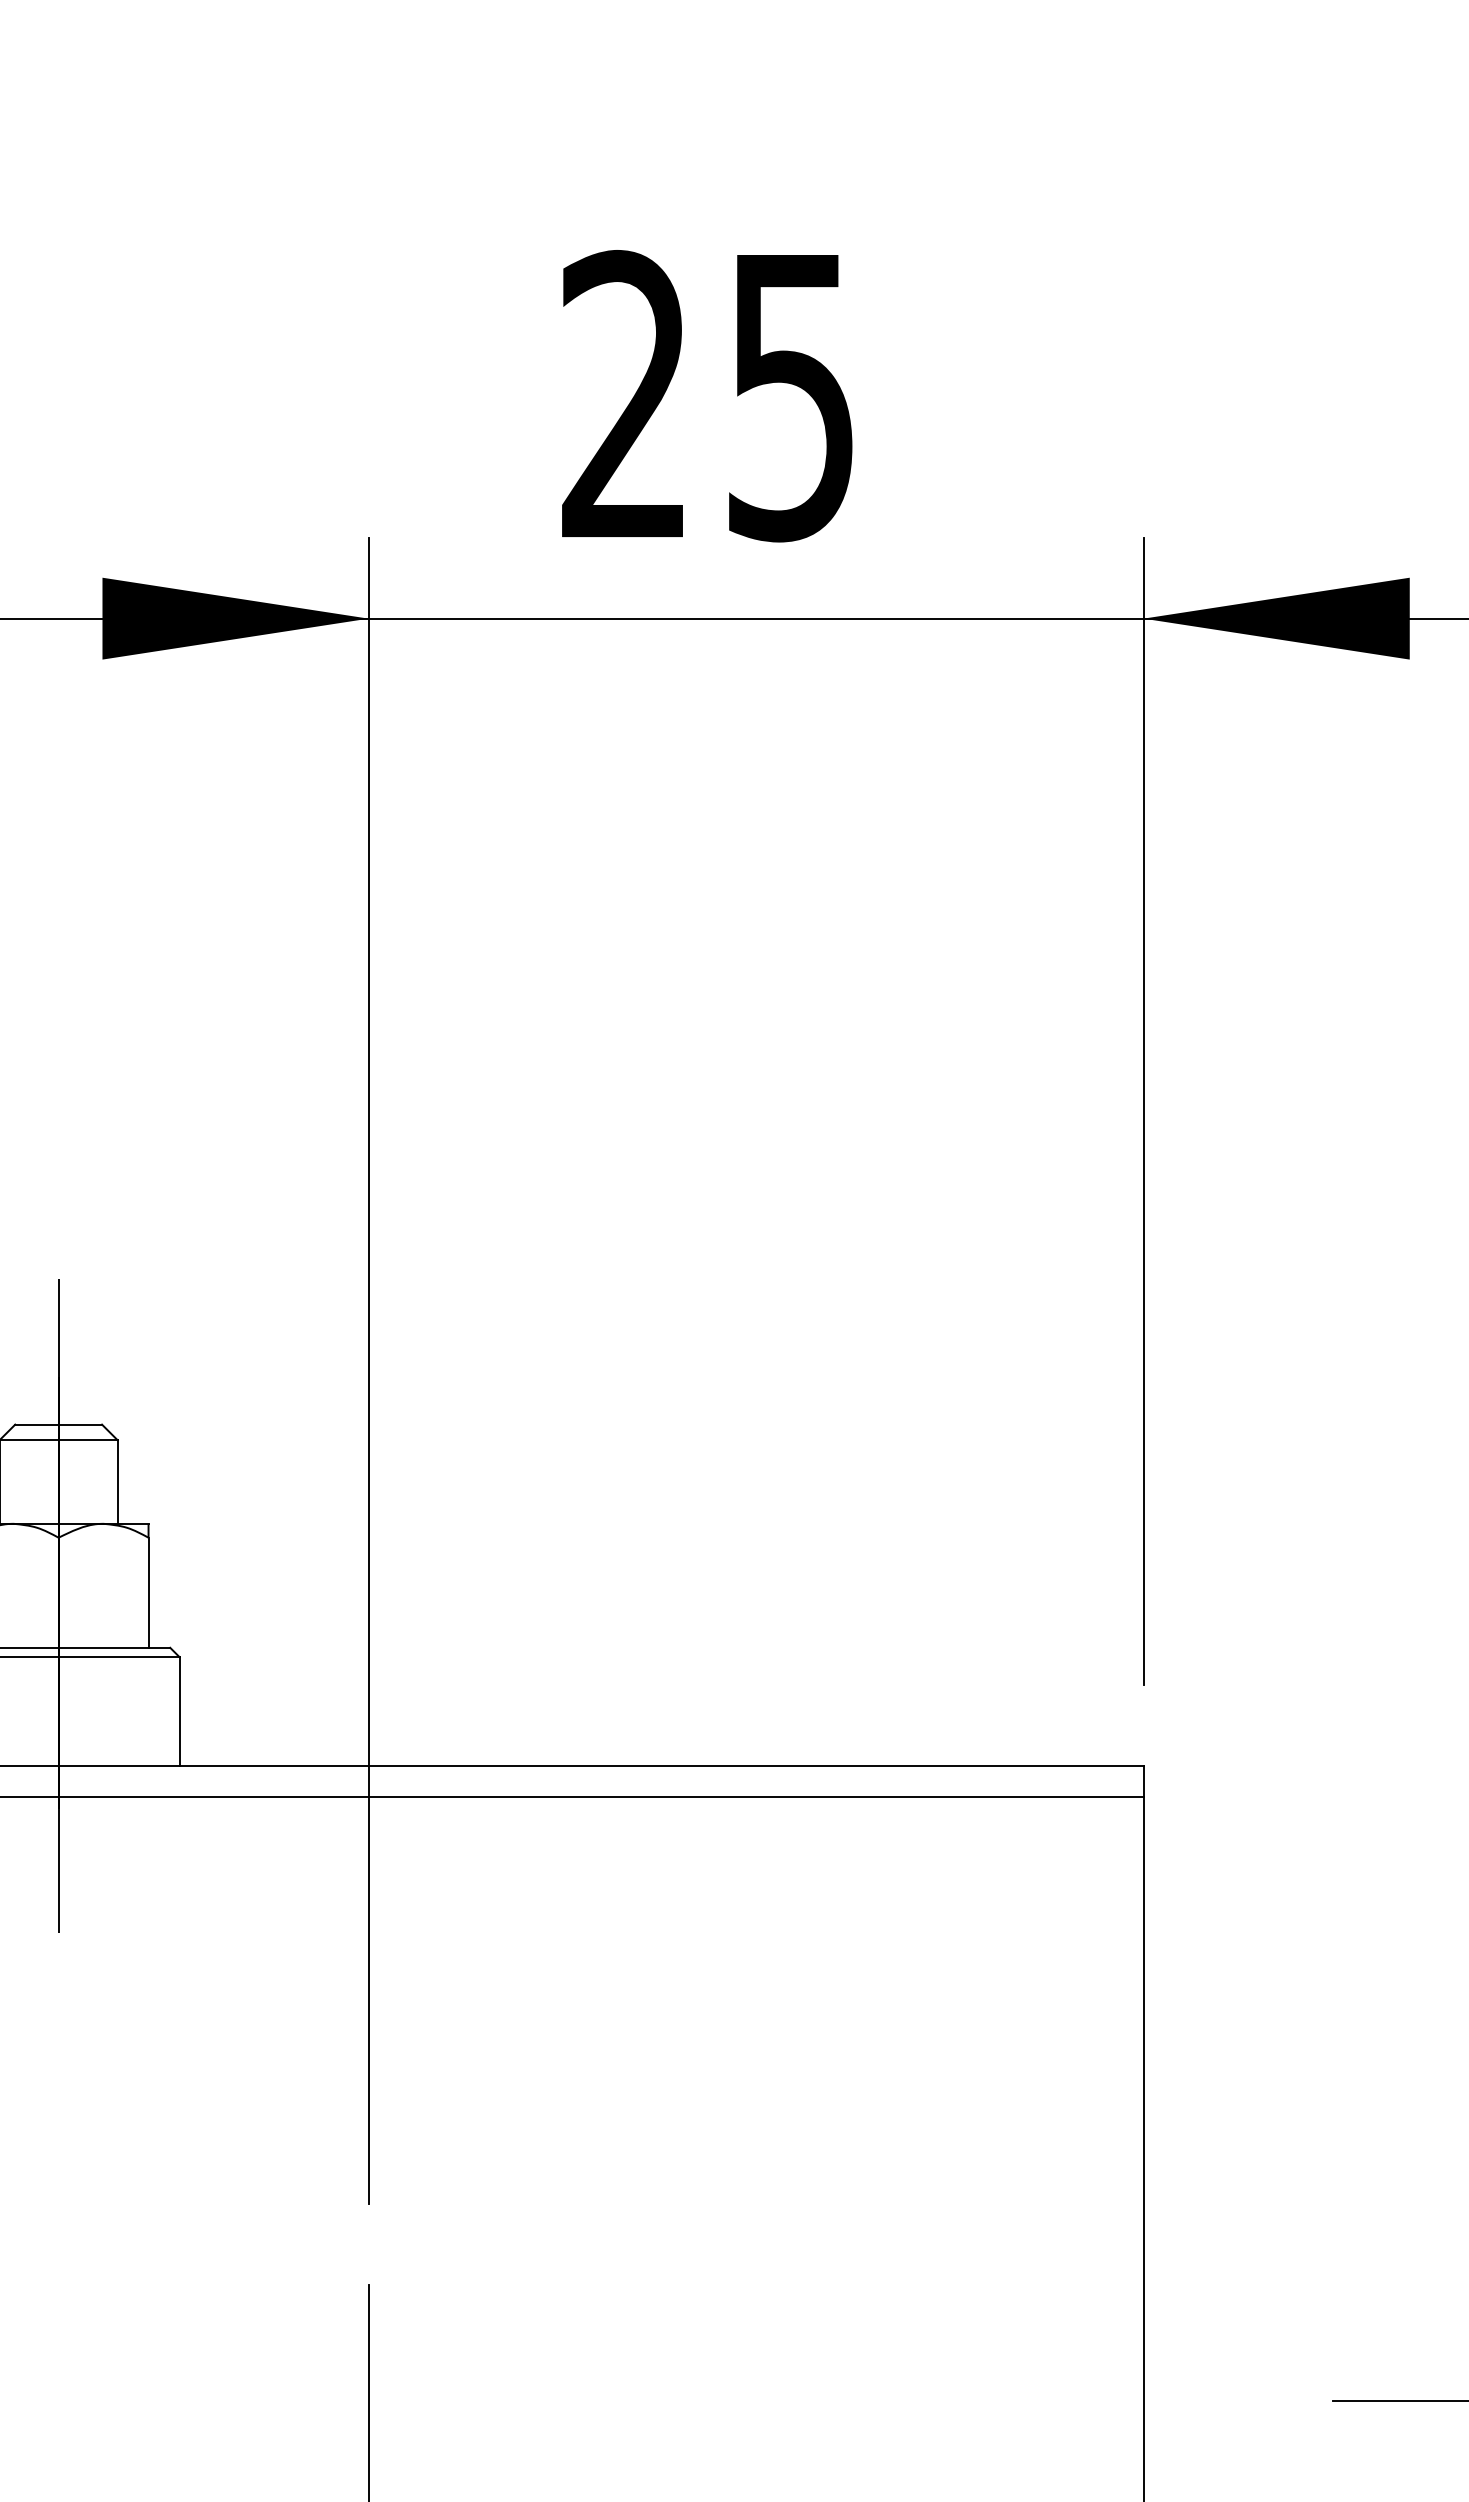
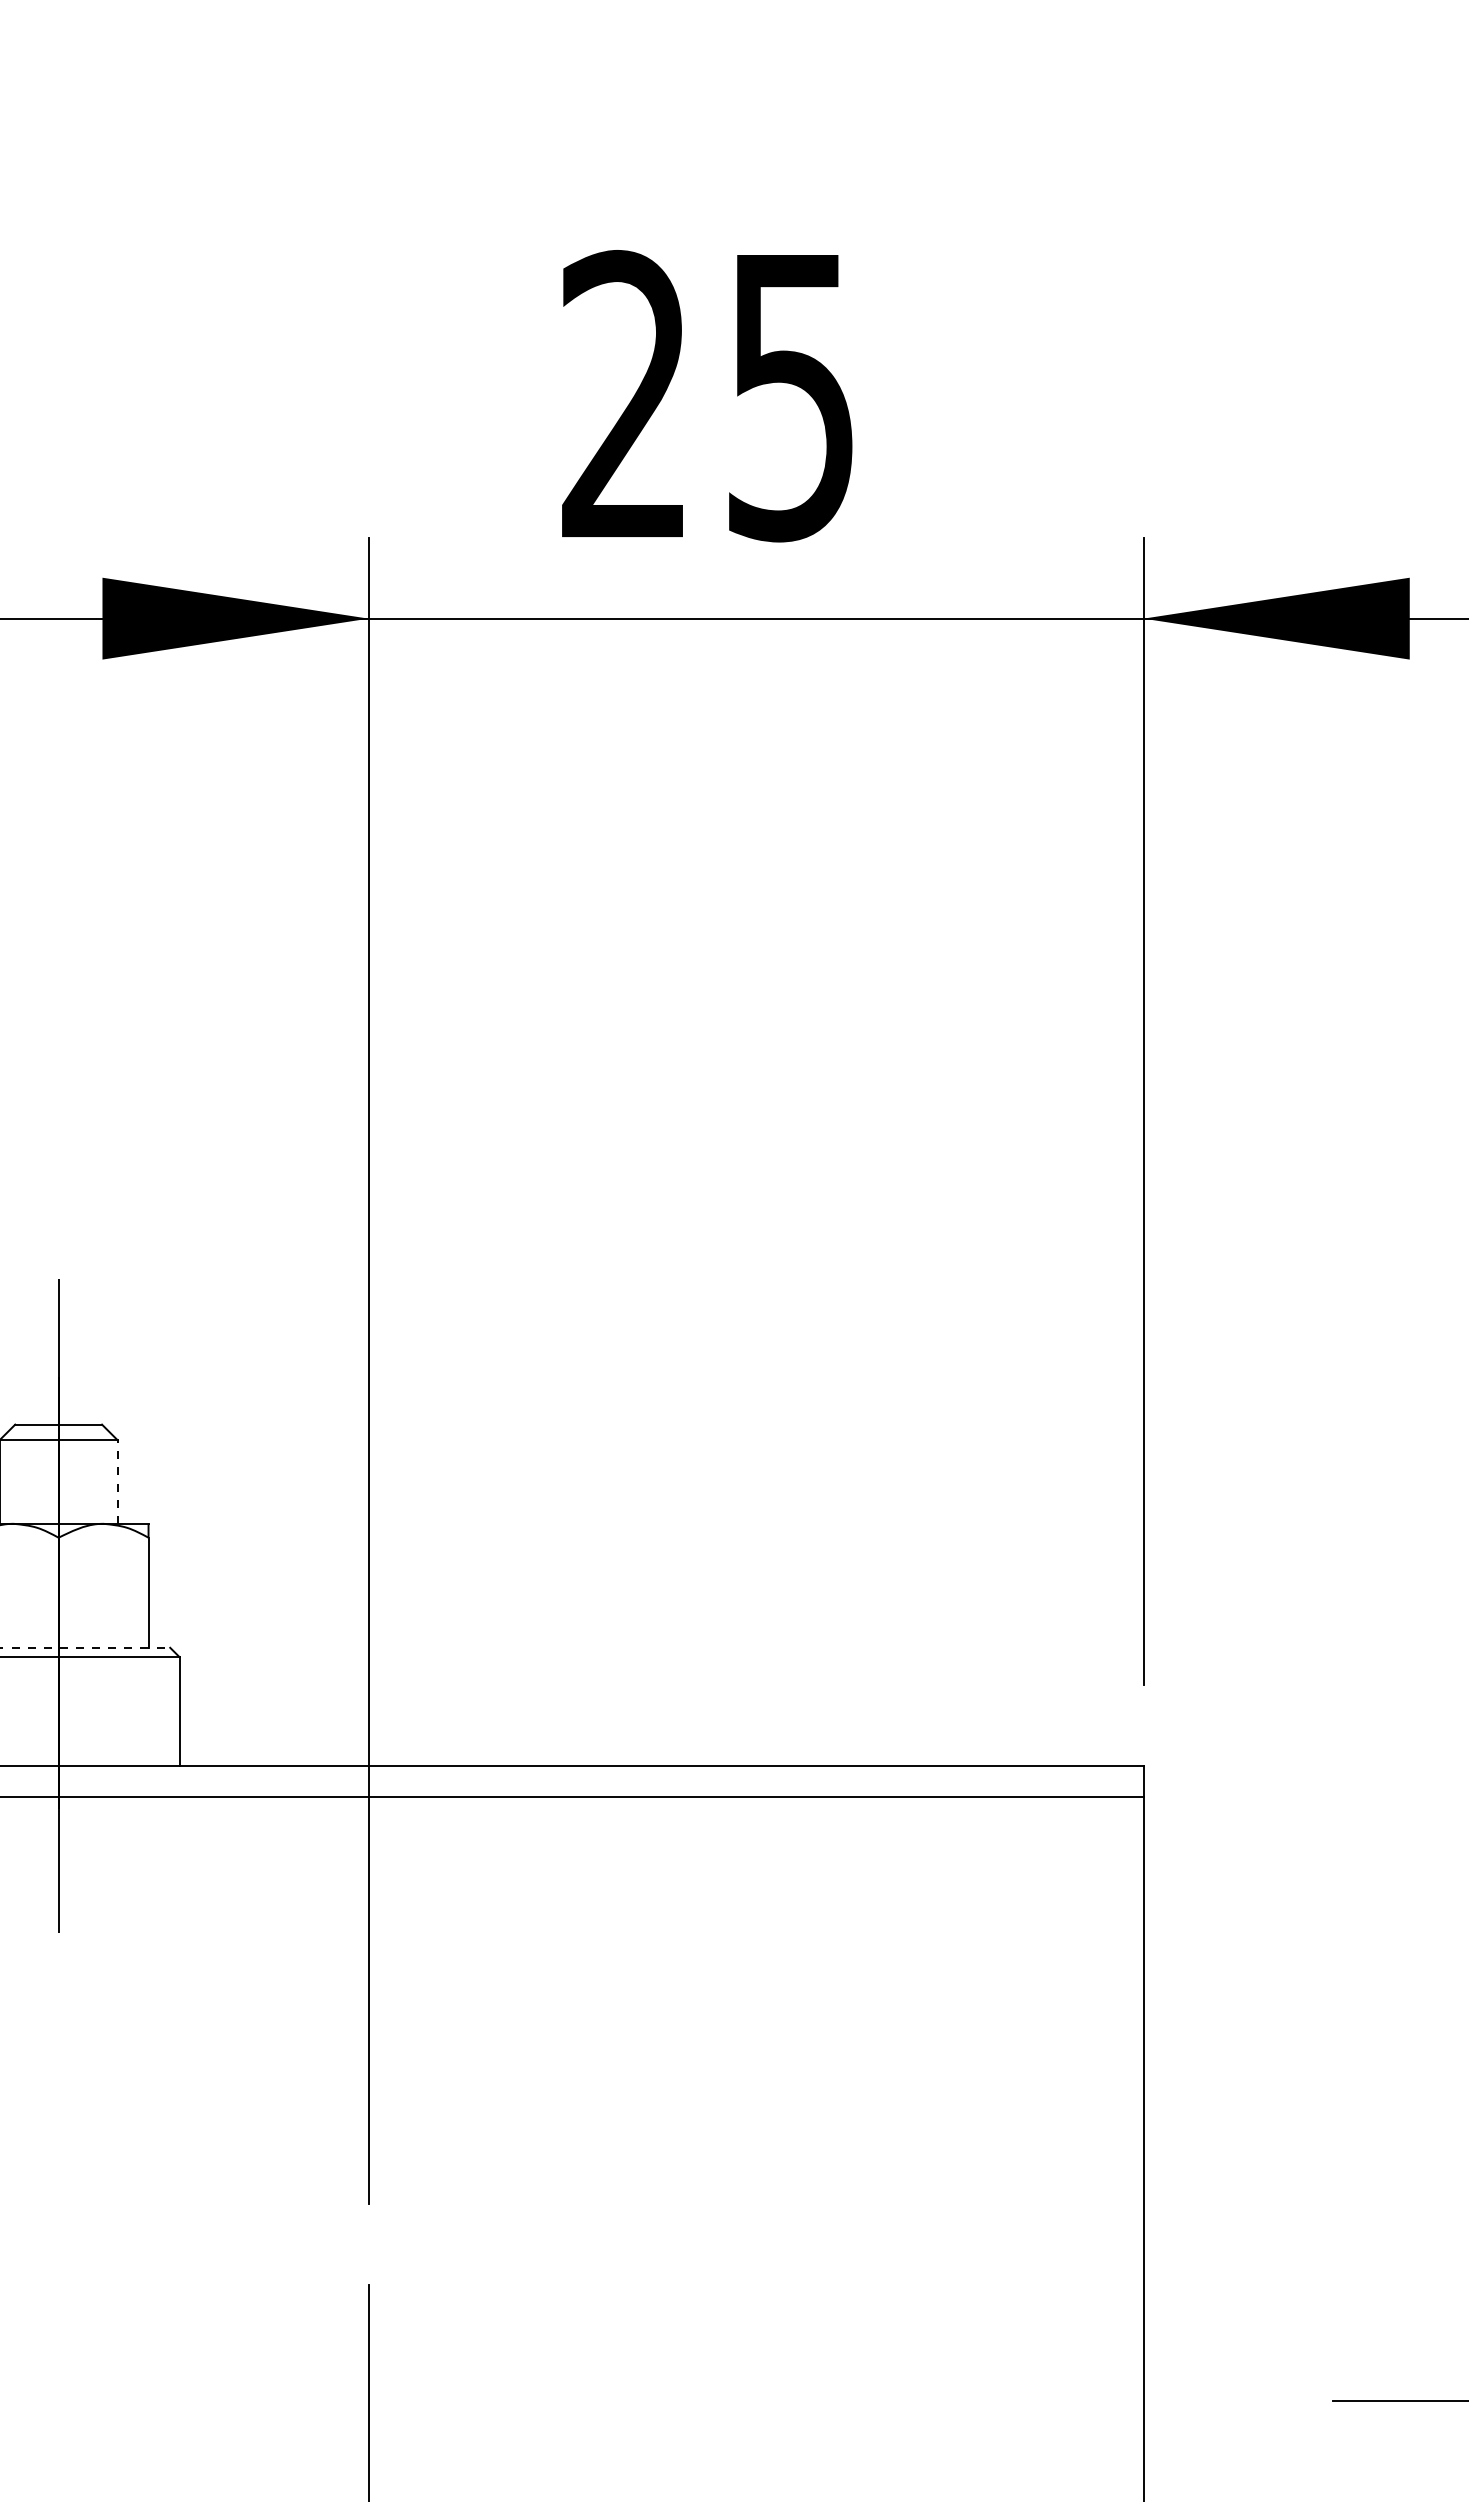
line at (117, 1481): solid -> dashed
line at (85, 1647): solid -> dashed
